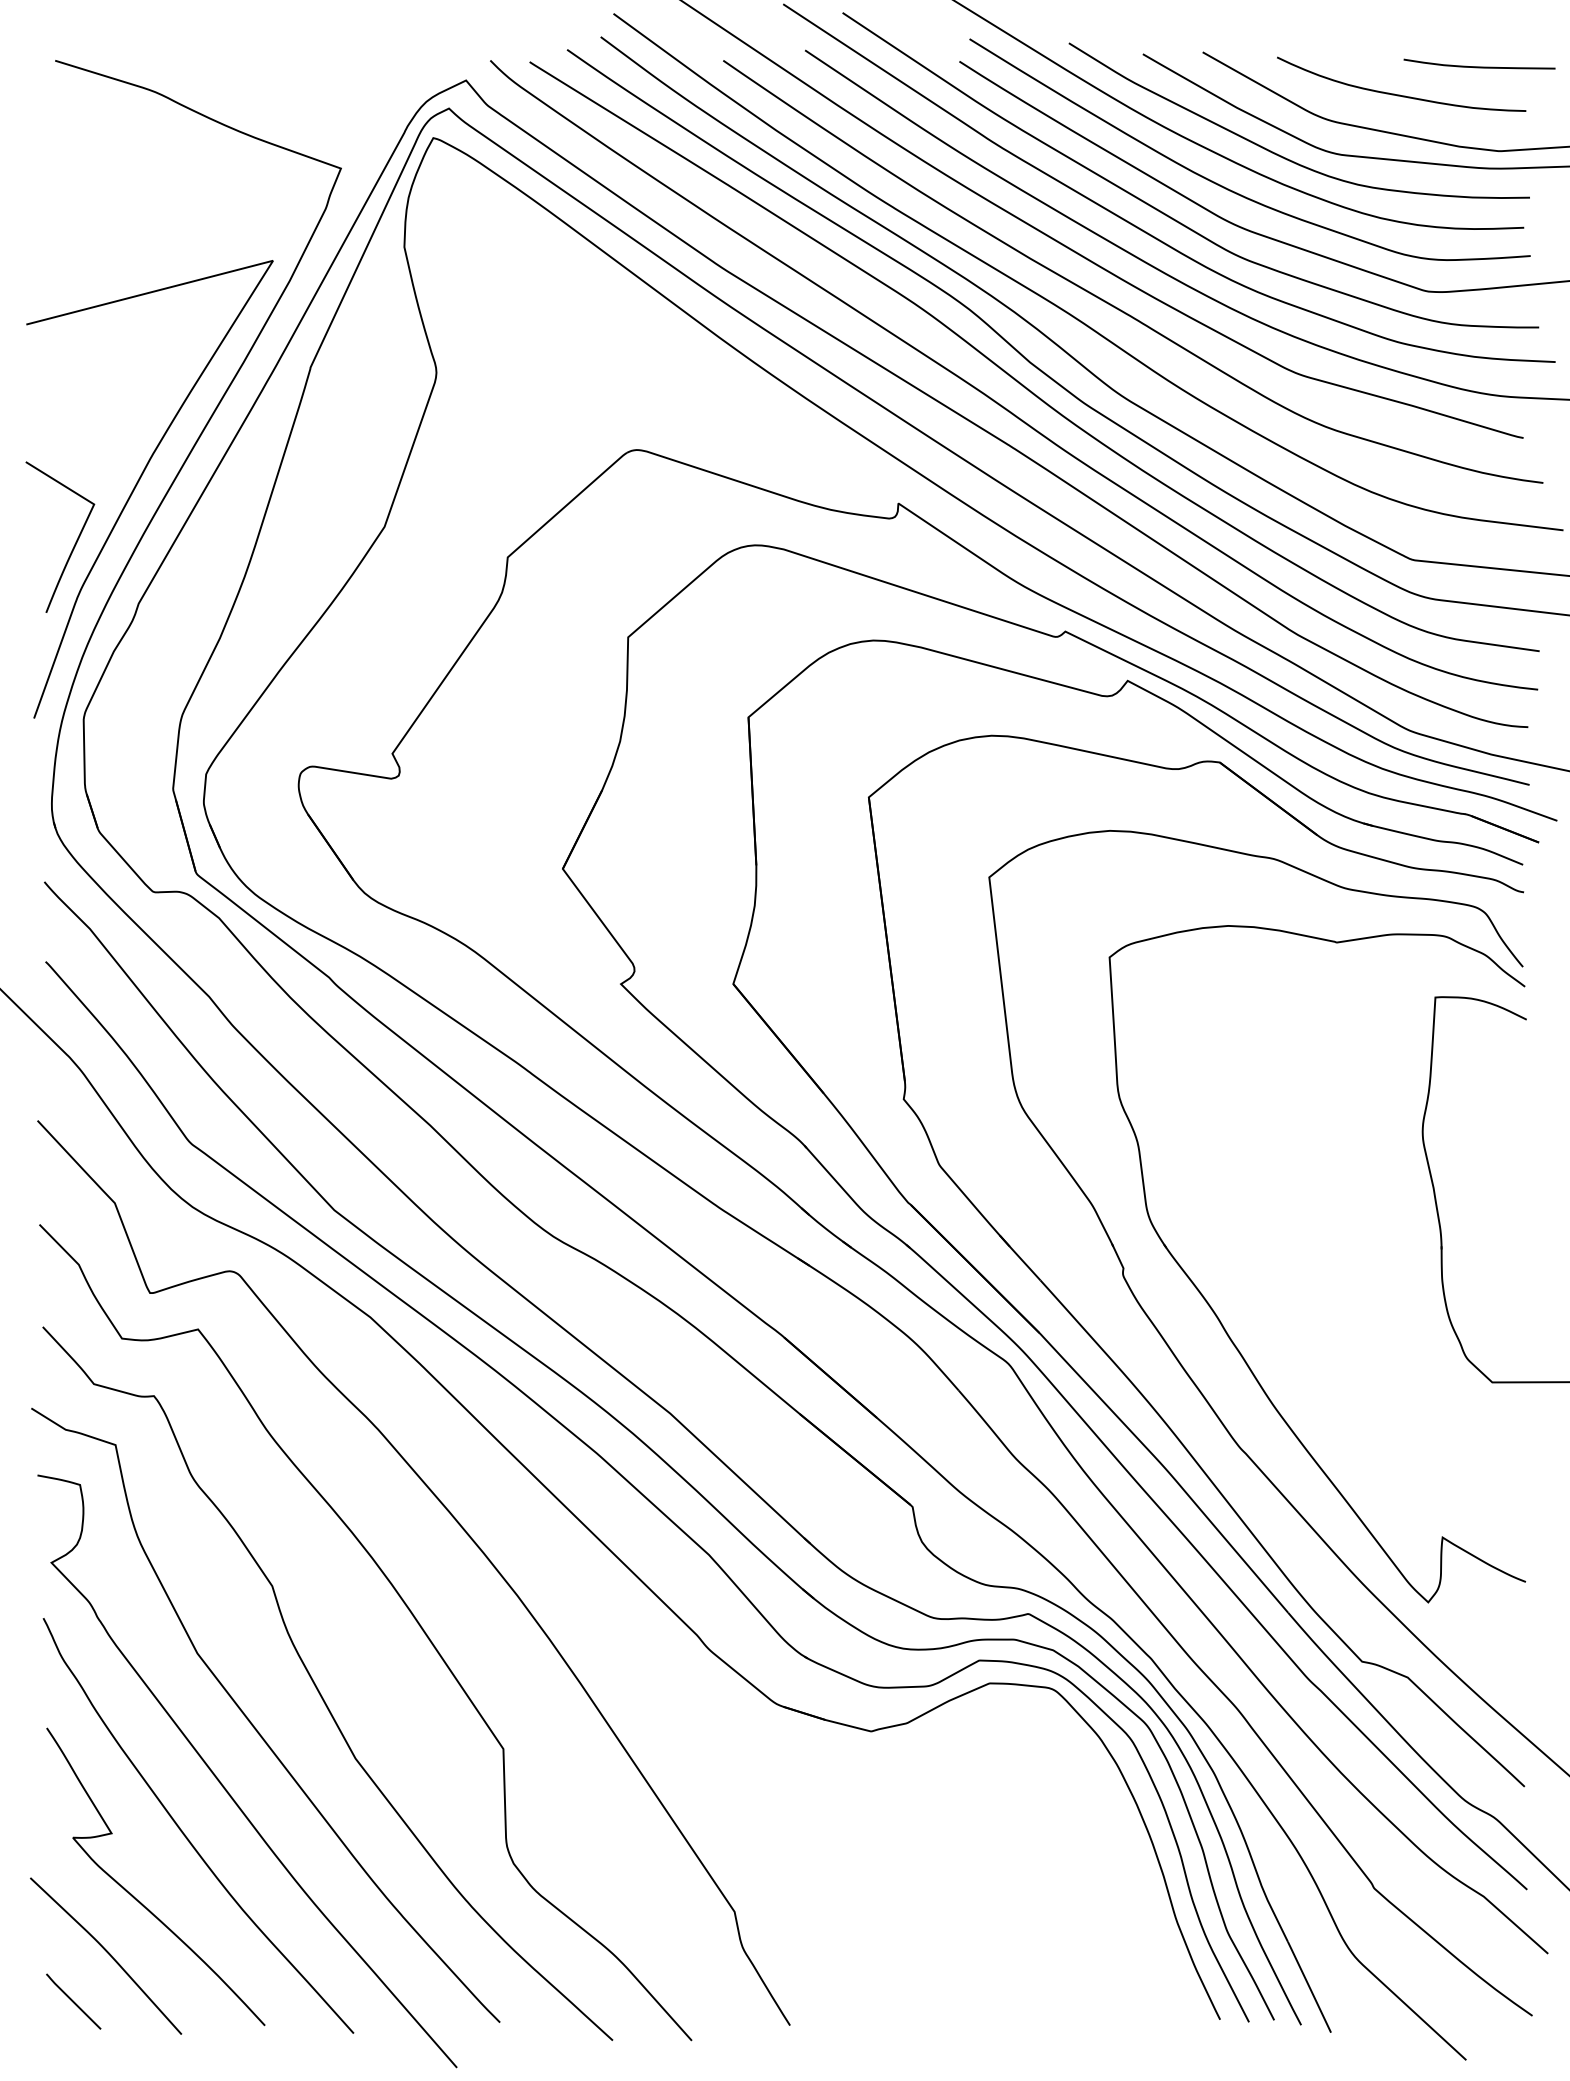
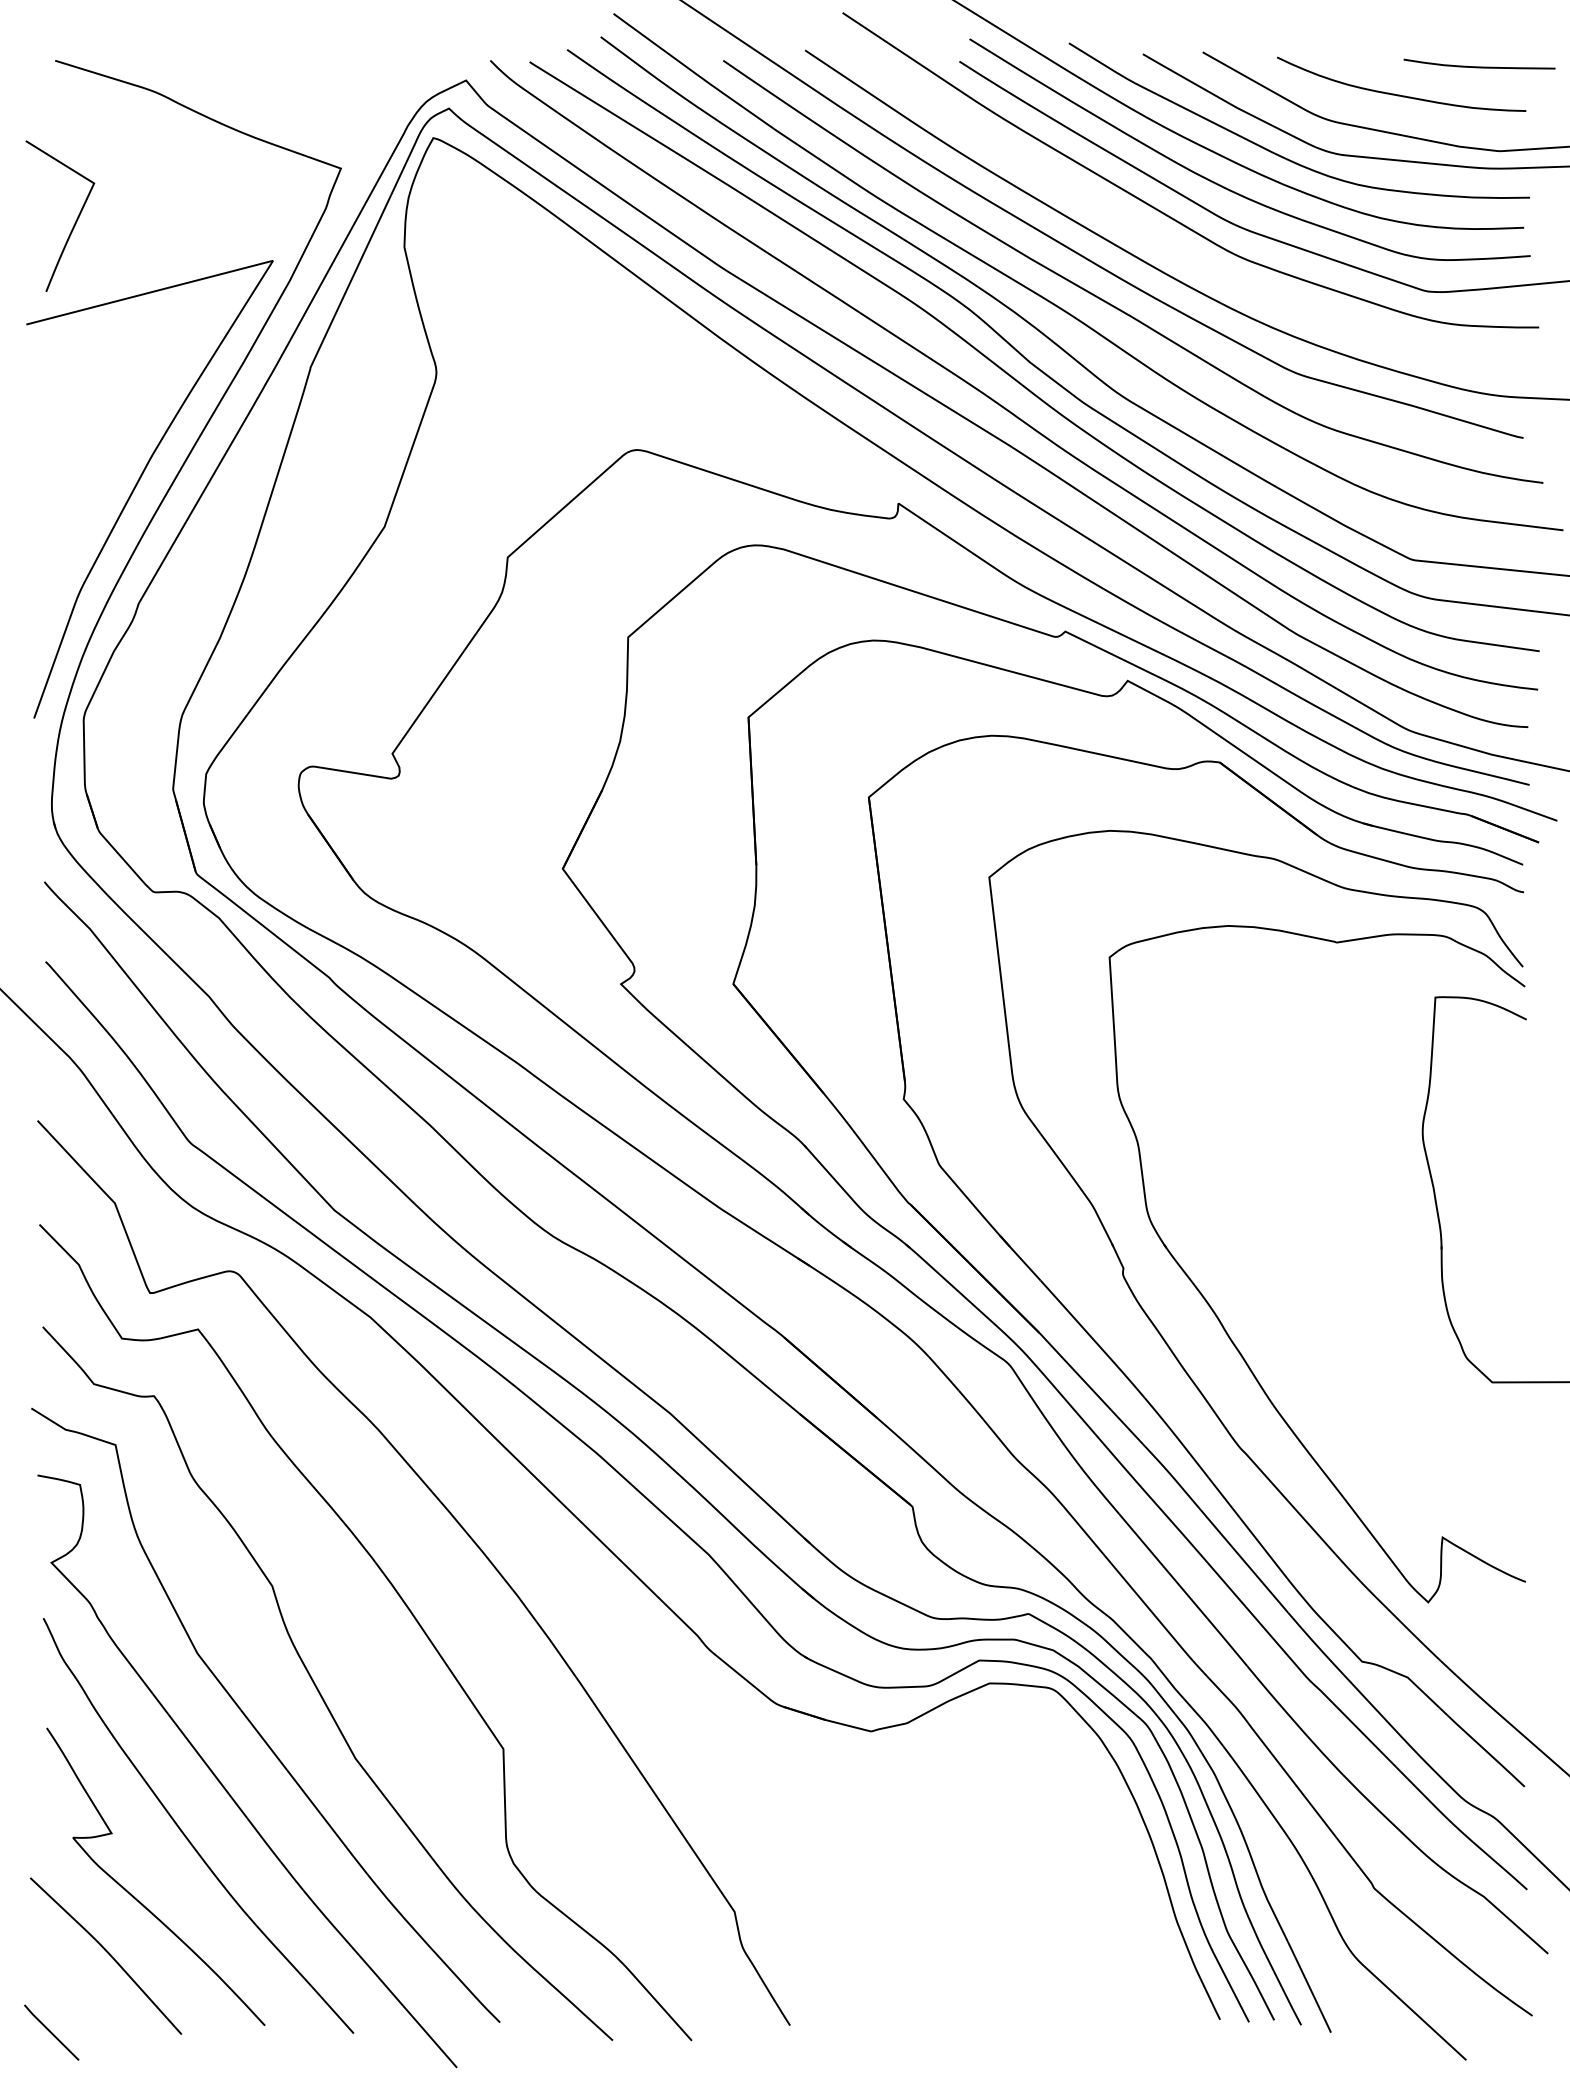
curve at (1141, 228): present -> none
curve at (75, 541) position: (75, 541) -> (75, 220)
line at (73, 2001) position: (73, 2001) -> (51, 2032)
